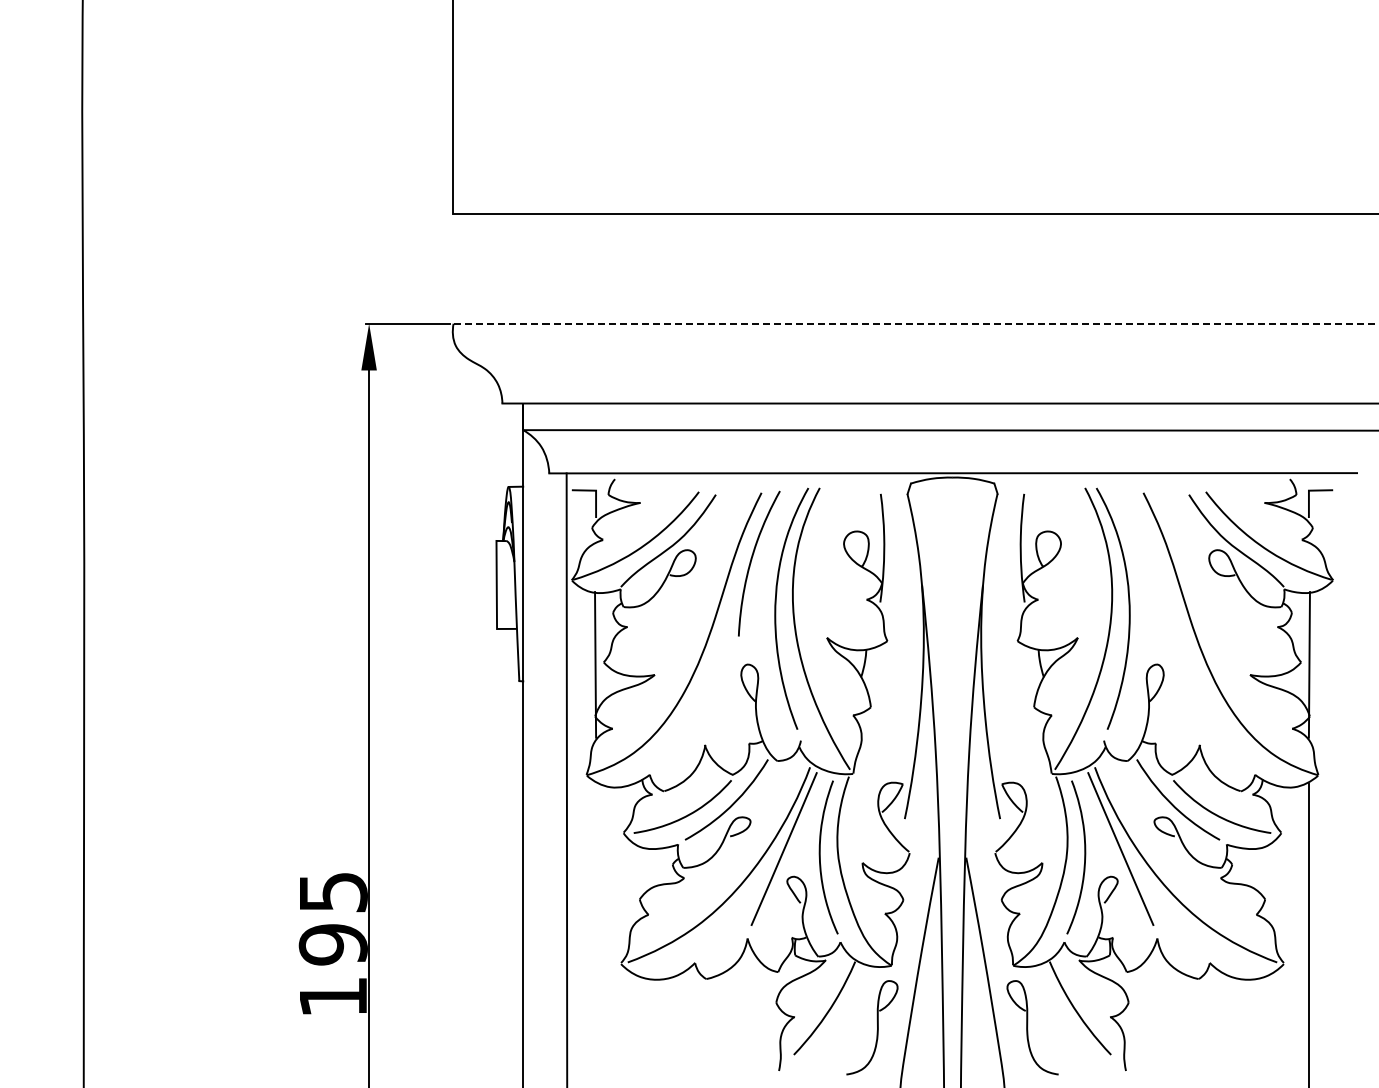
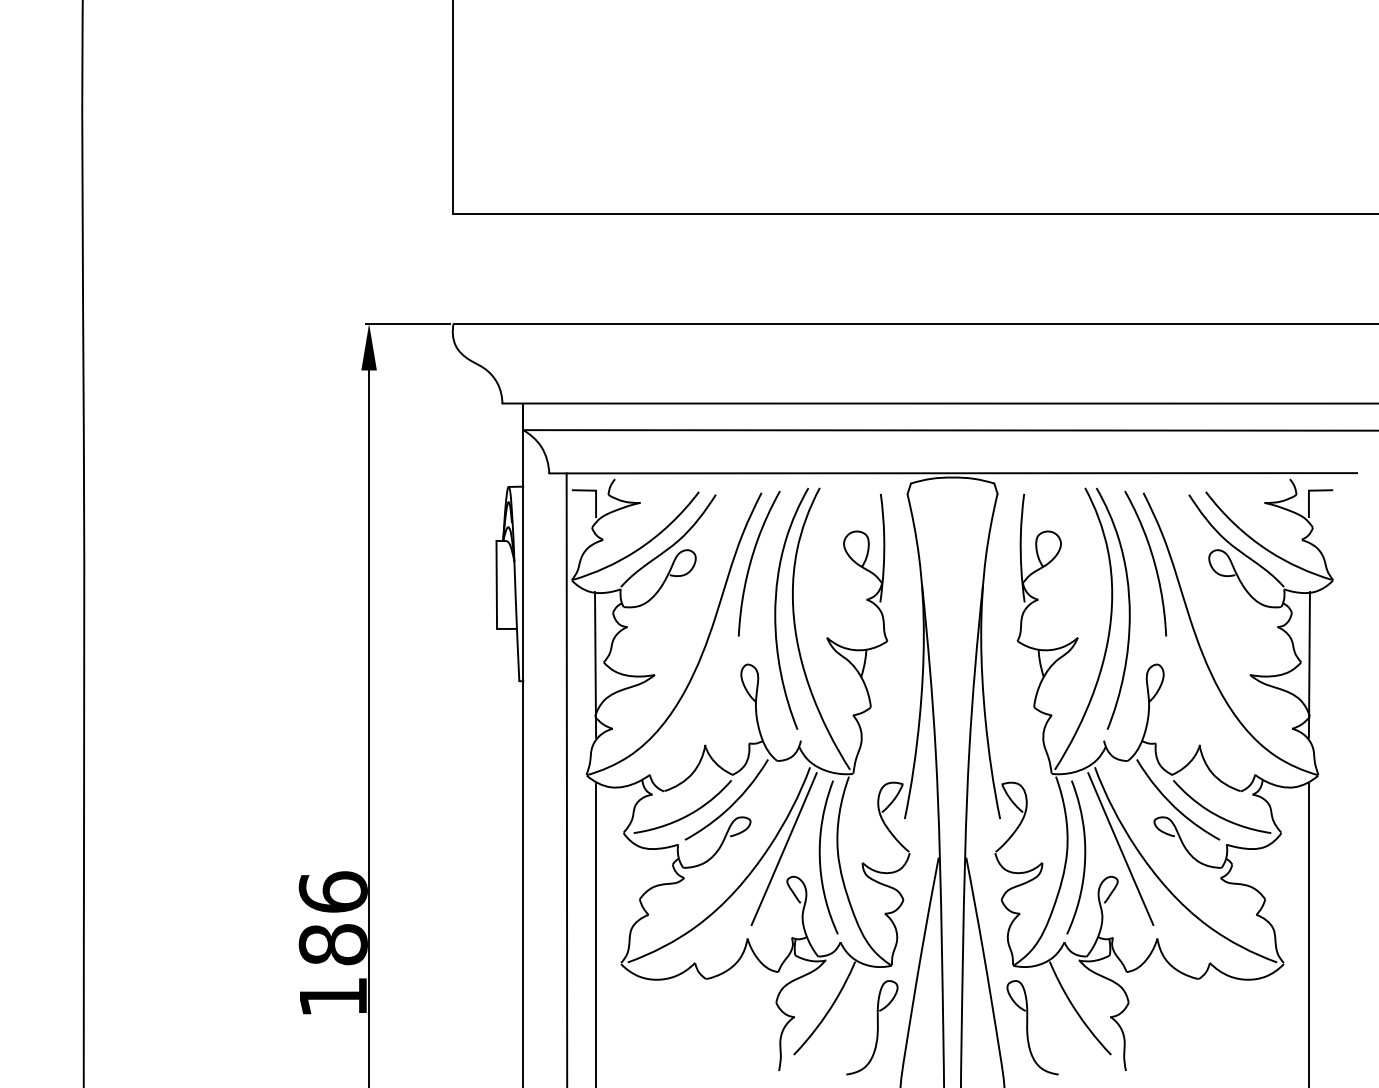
line at (915, 323): dashed -> solid
curve at (1153, 563): none -> present
text at (332, 918): 195 -> 186
line at (596, 933): none -> present
